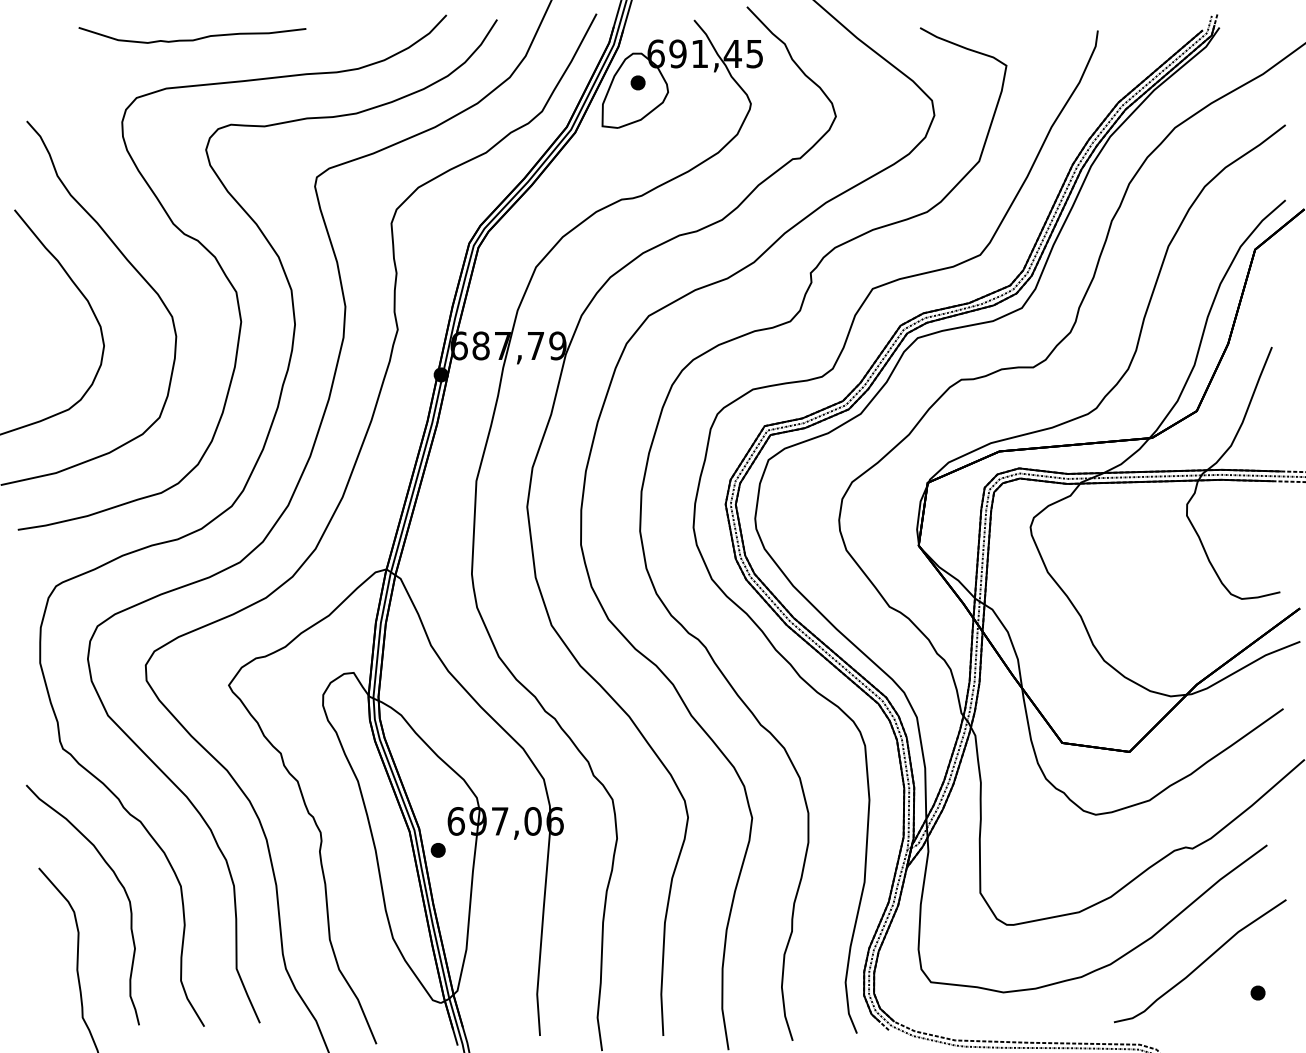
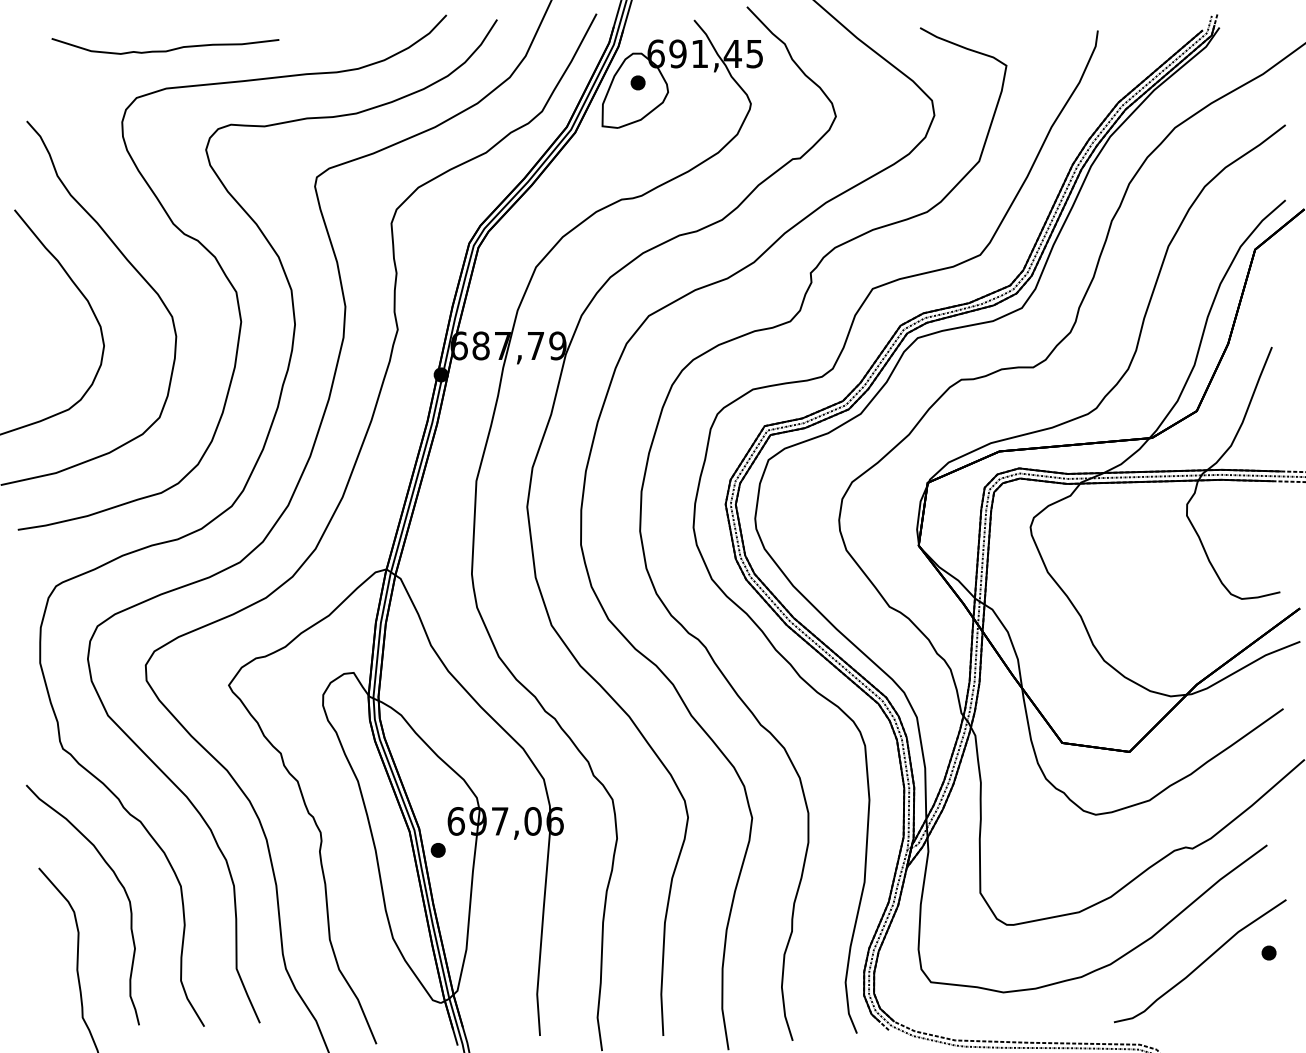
curve at (192, 39) position: (192, 39) -> (165, 50)
part at (1257, 992) position: (1257, 992) -> (1268, 952)
